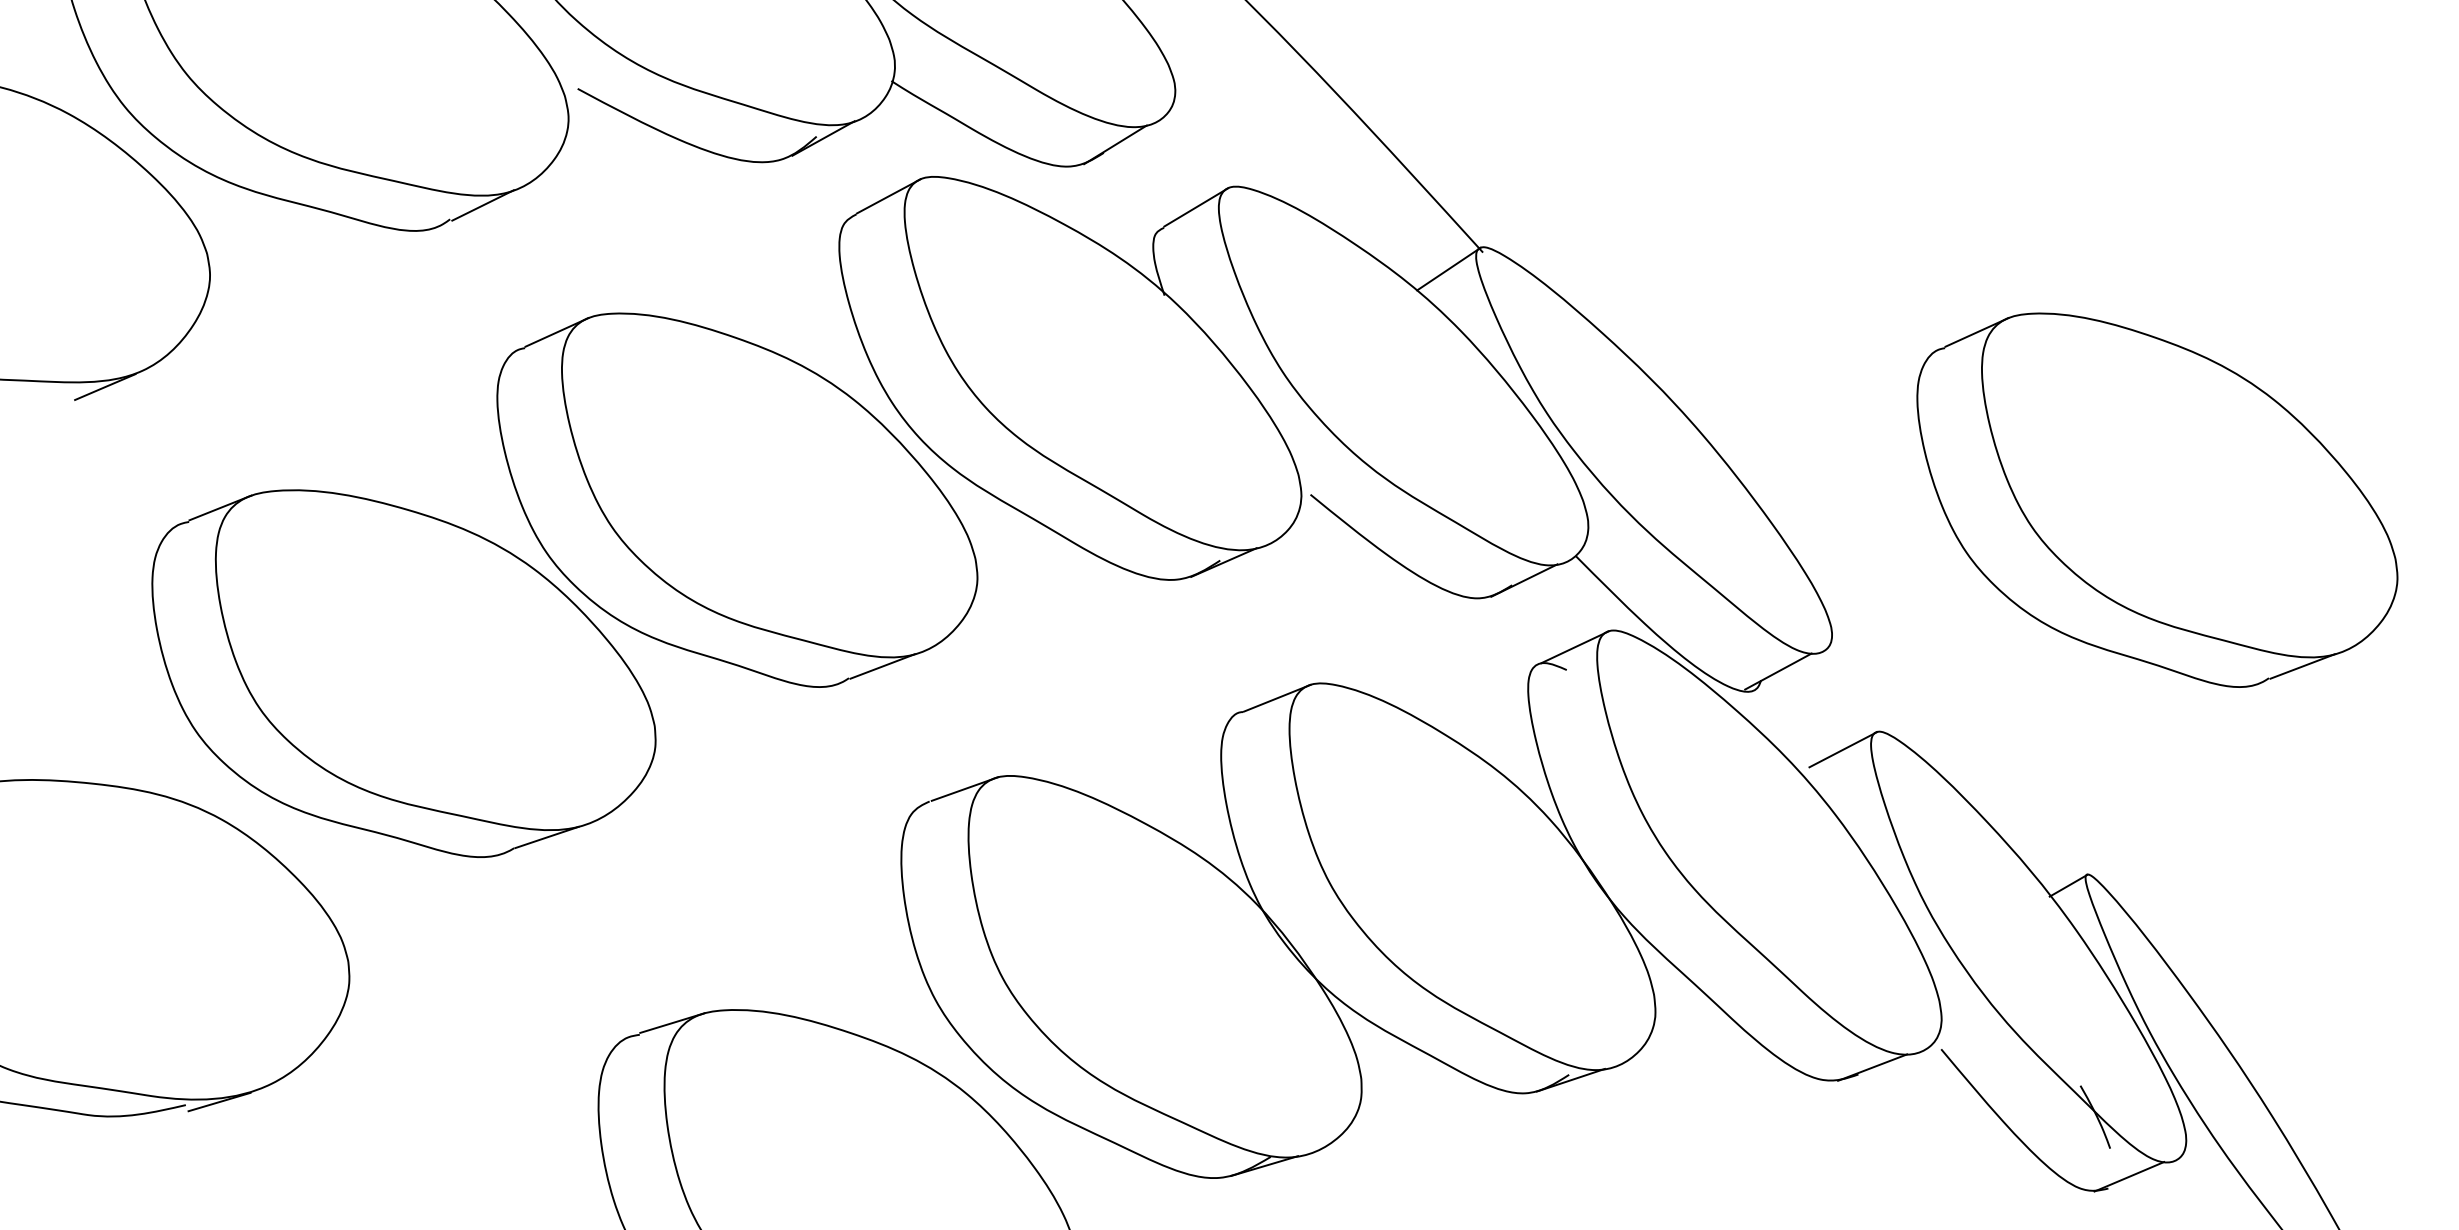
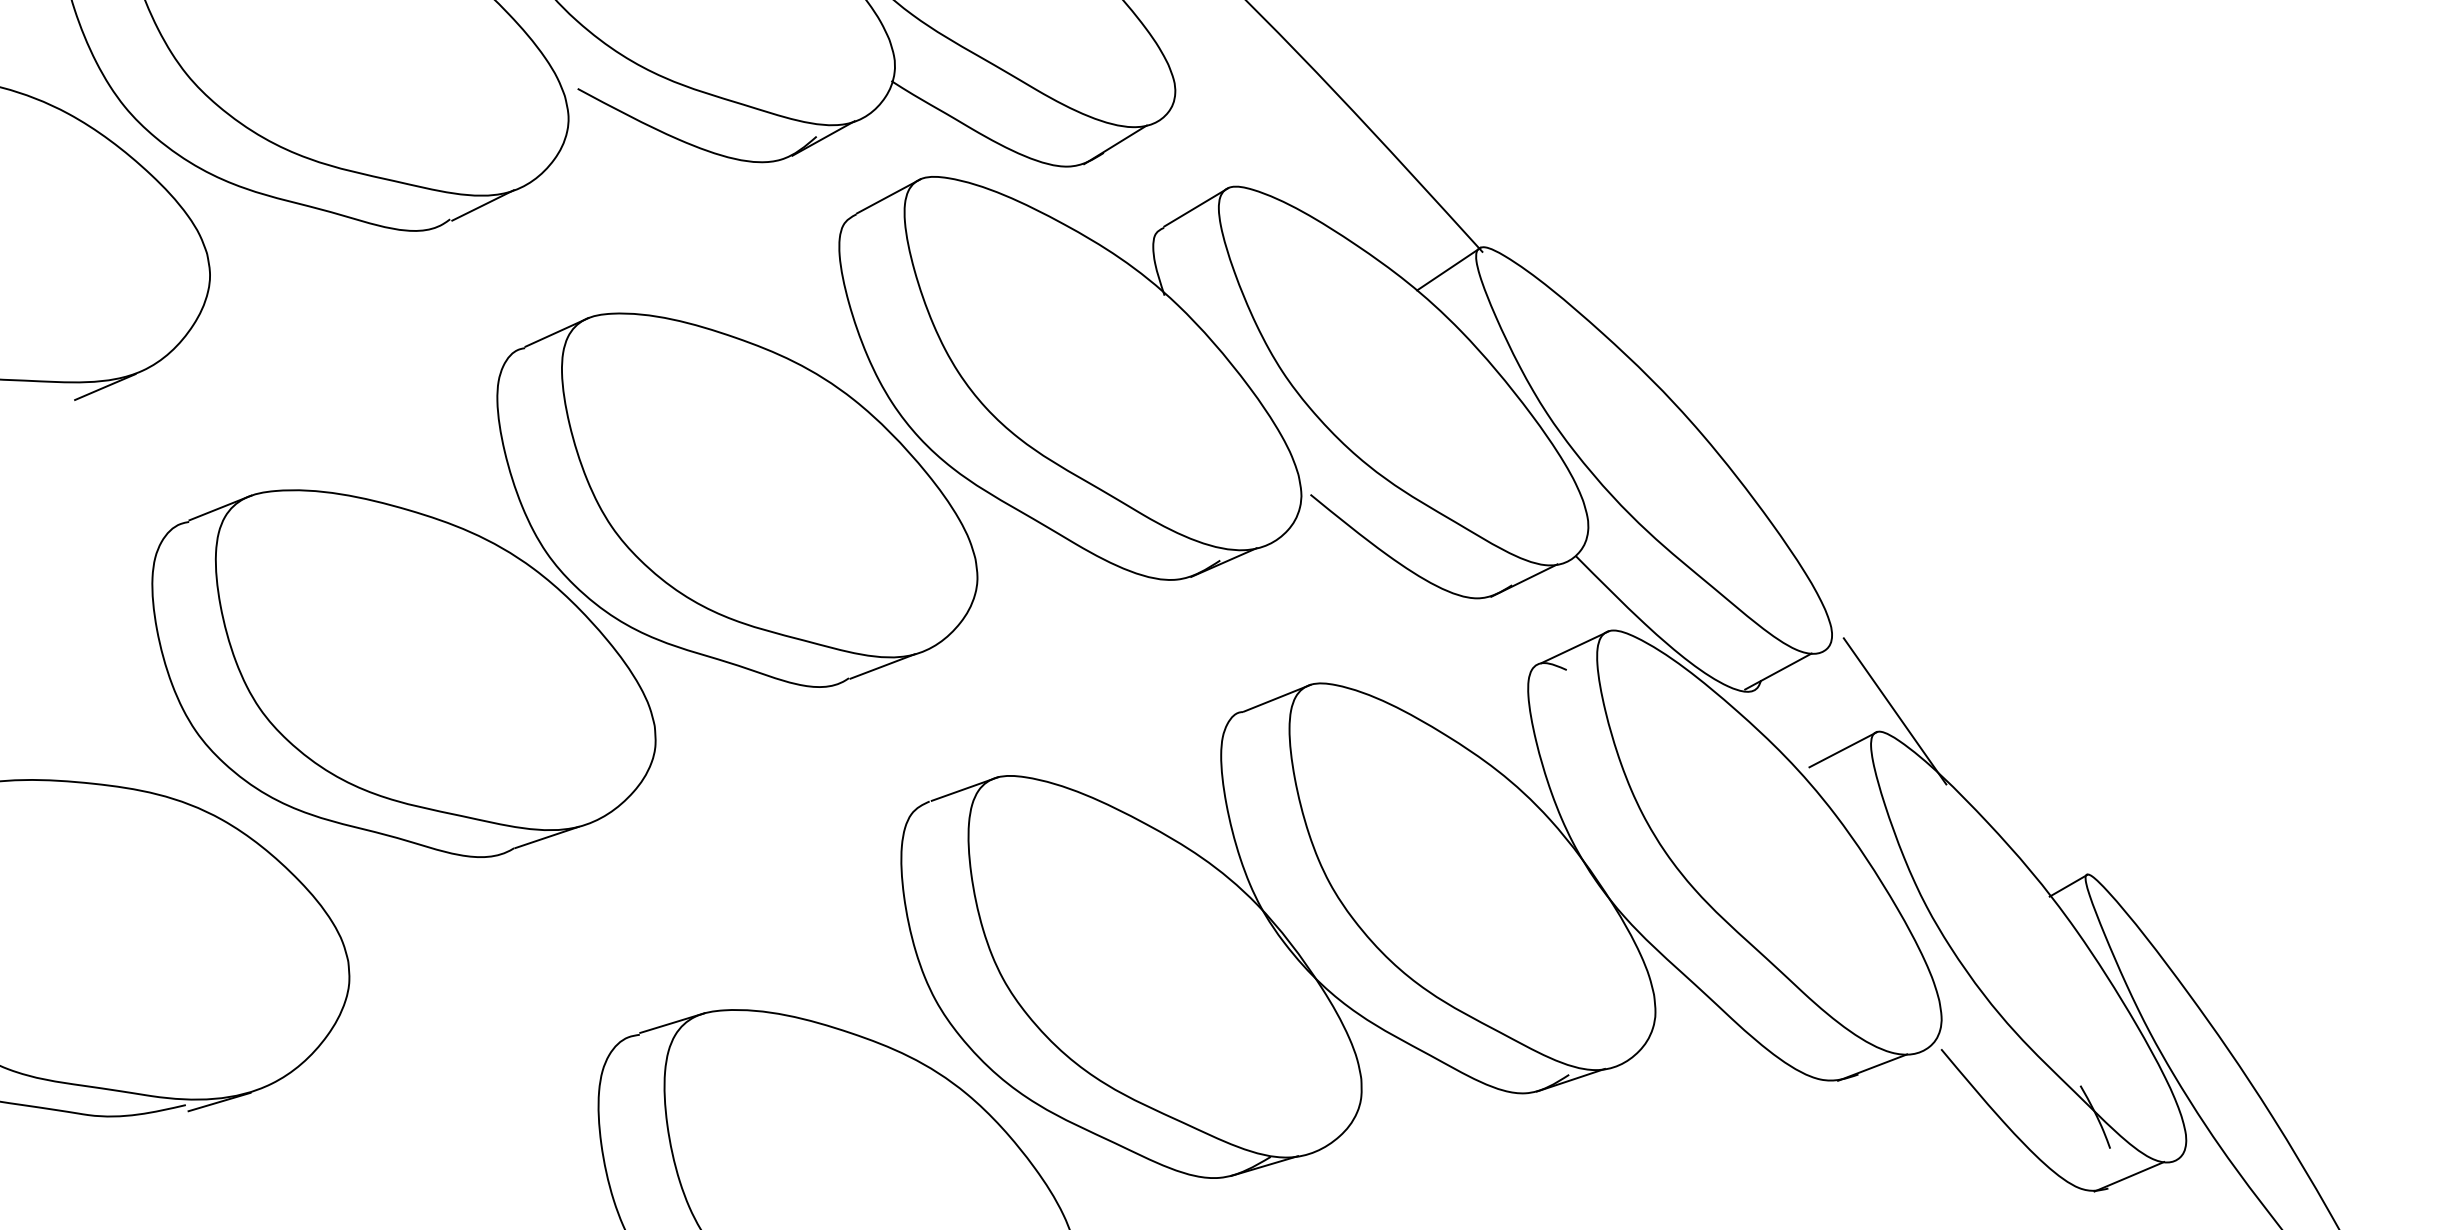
part at (2157, 499): present -> none
line at (1894, 711): none -> present
